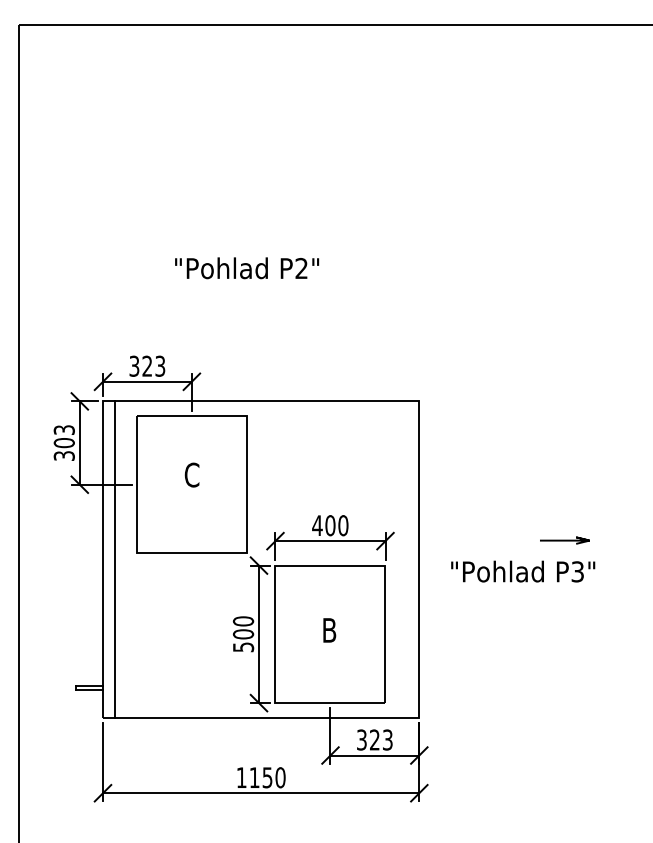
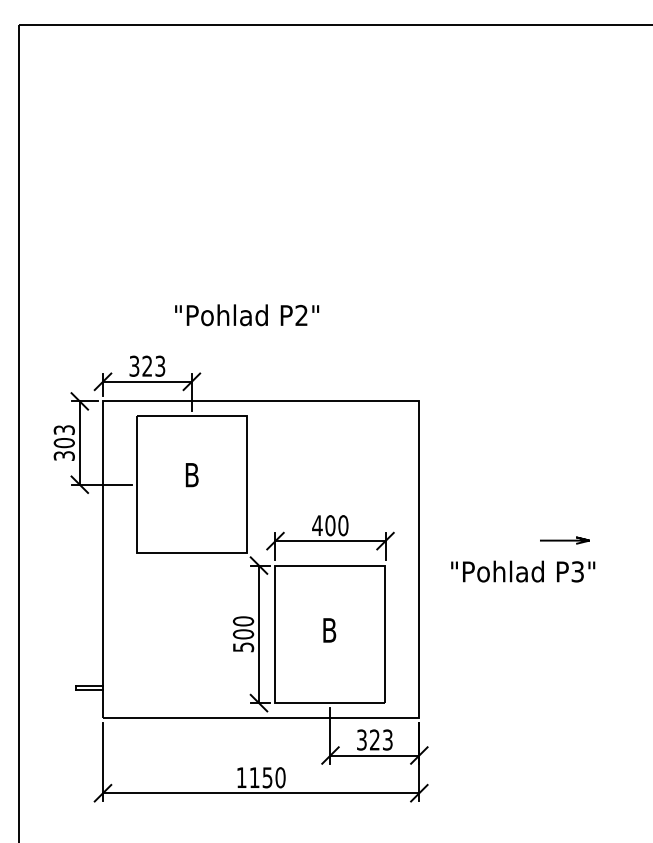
text at (247, 268) position: (247, 268) -> (247, 315)
text at (191, 474): C -> B
line at (115, 559): present -> none
